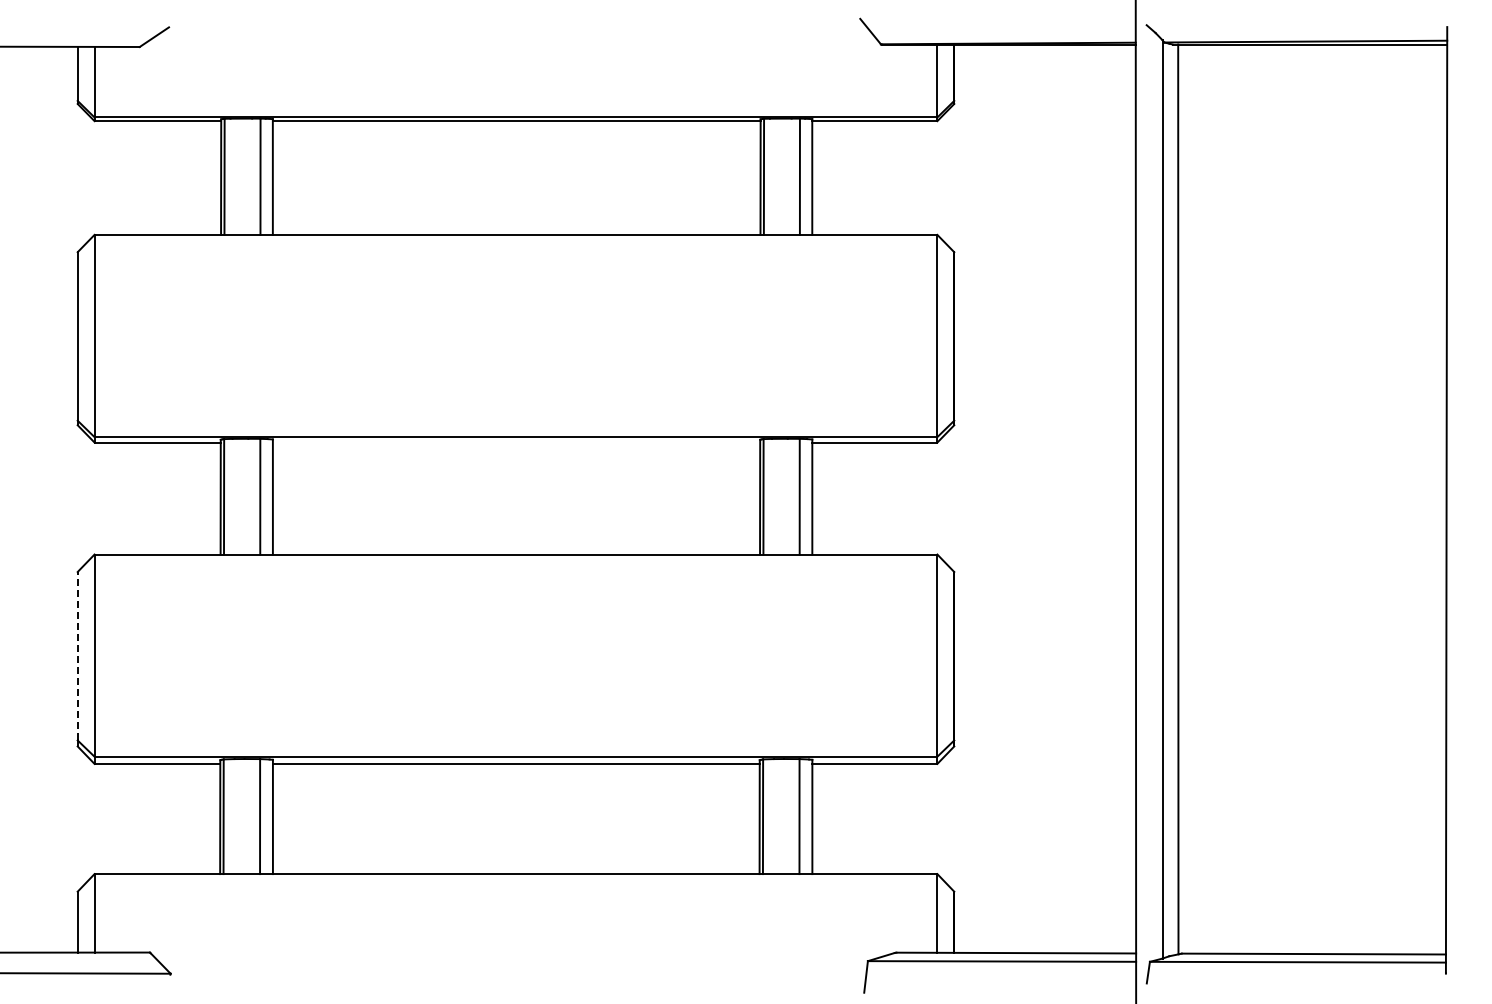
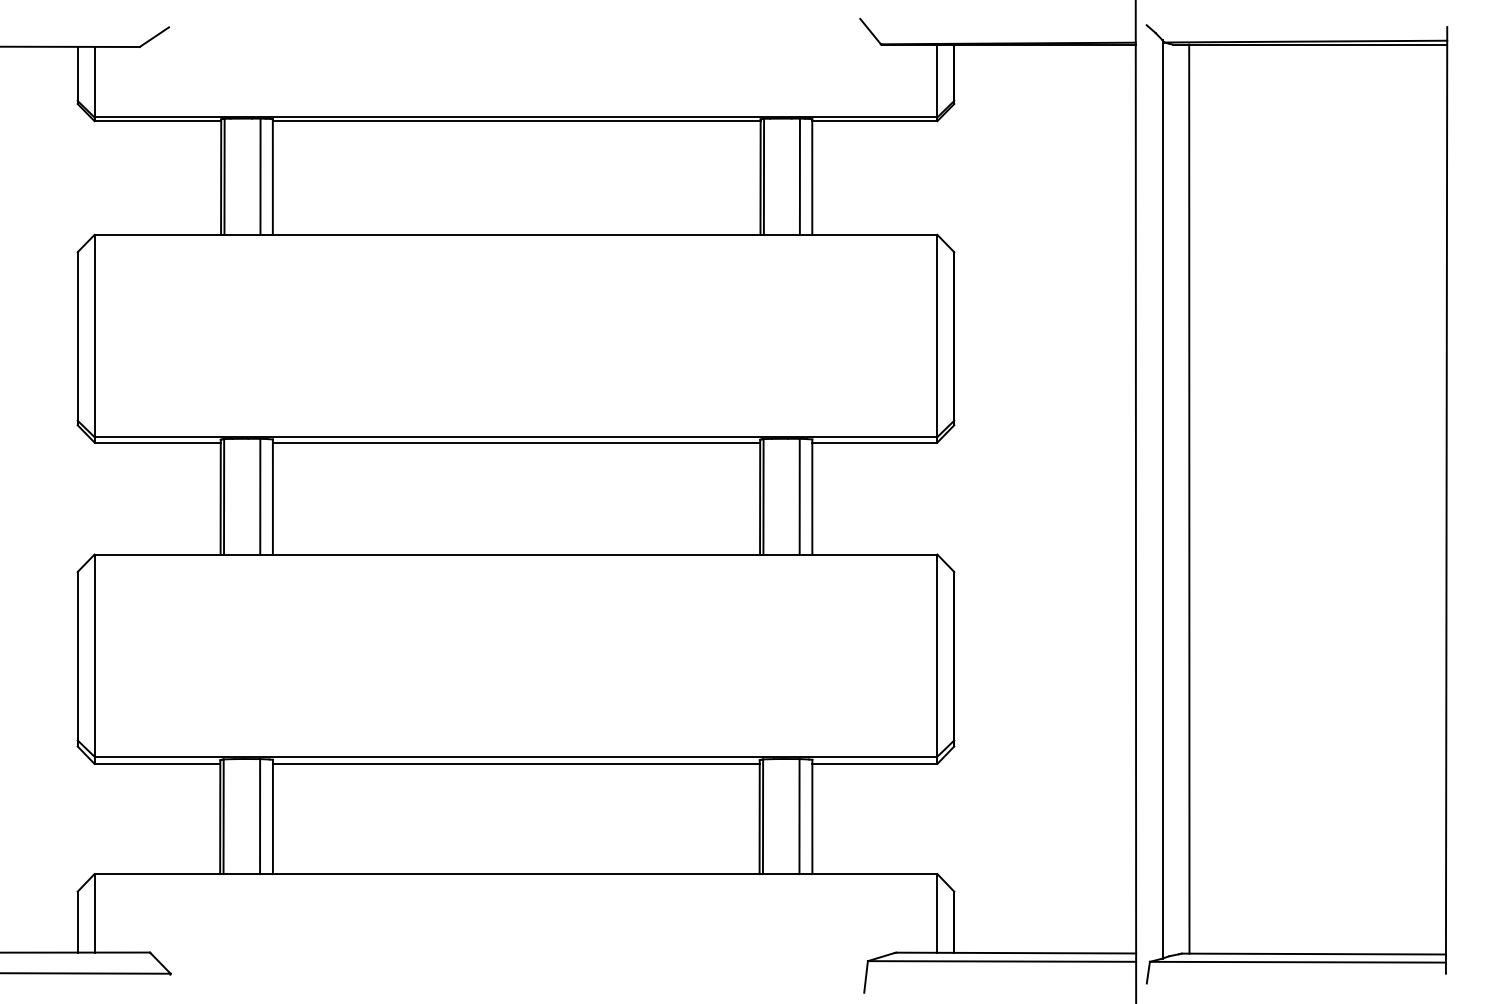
line at (516, 442): none -> present
line at (1178, 498) position: (1178, 498) -> (1189, 498)
line at (77, 655): dashed -> solid
